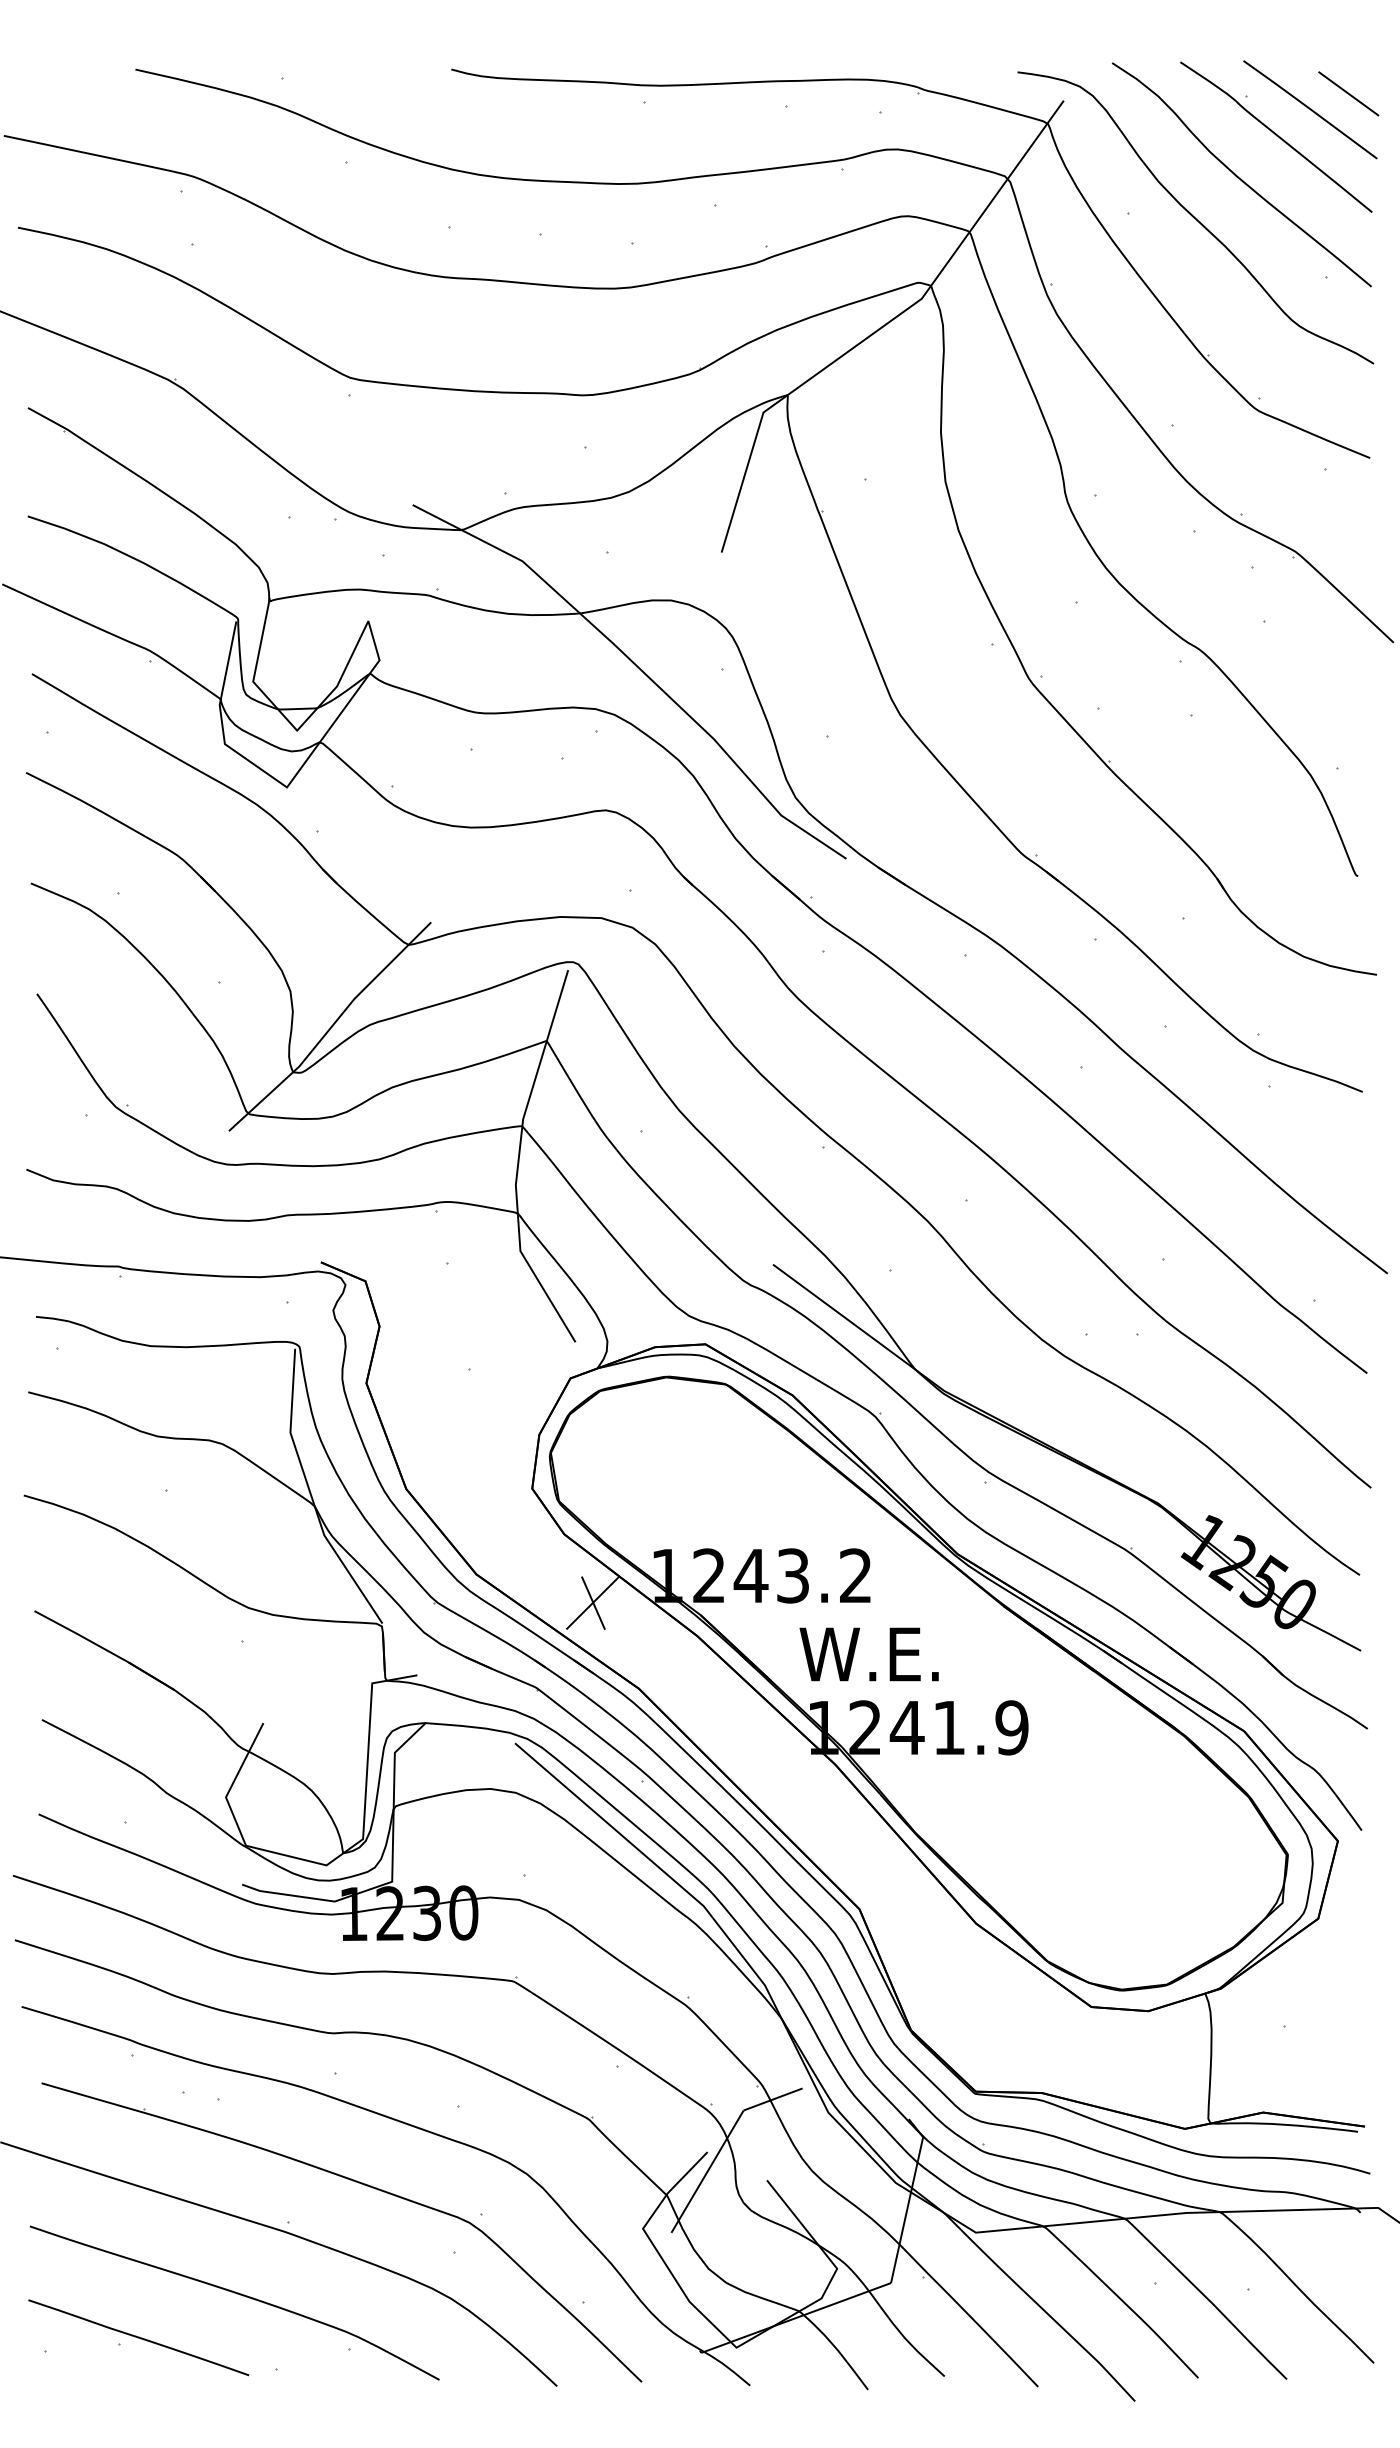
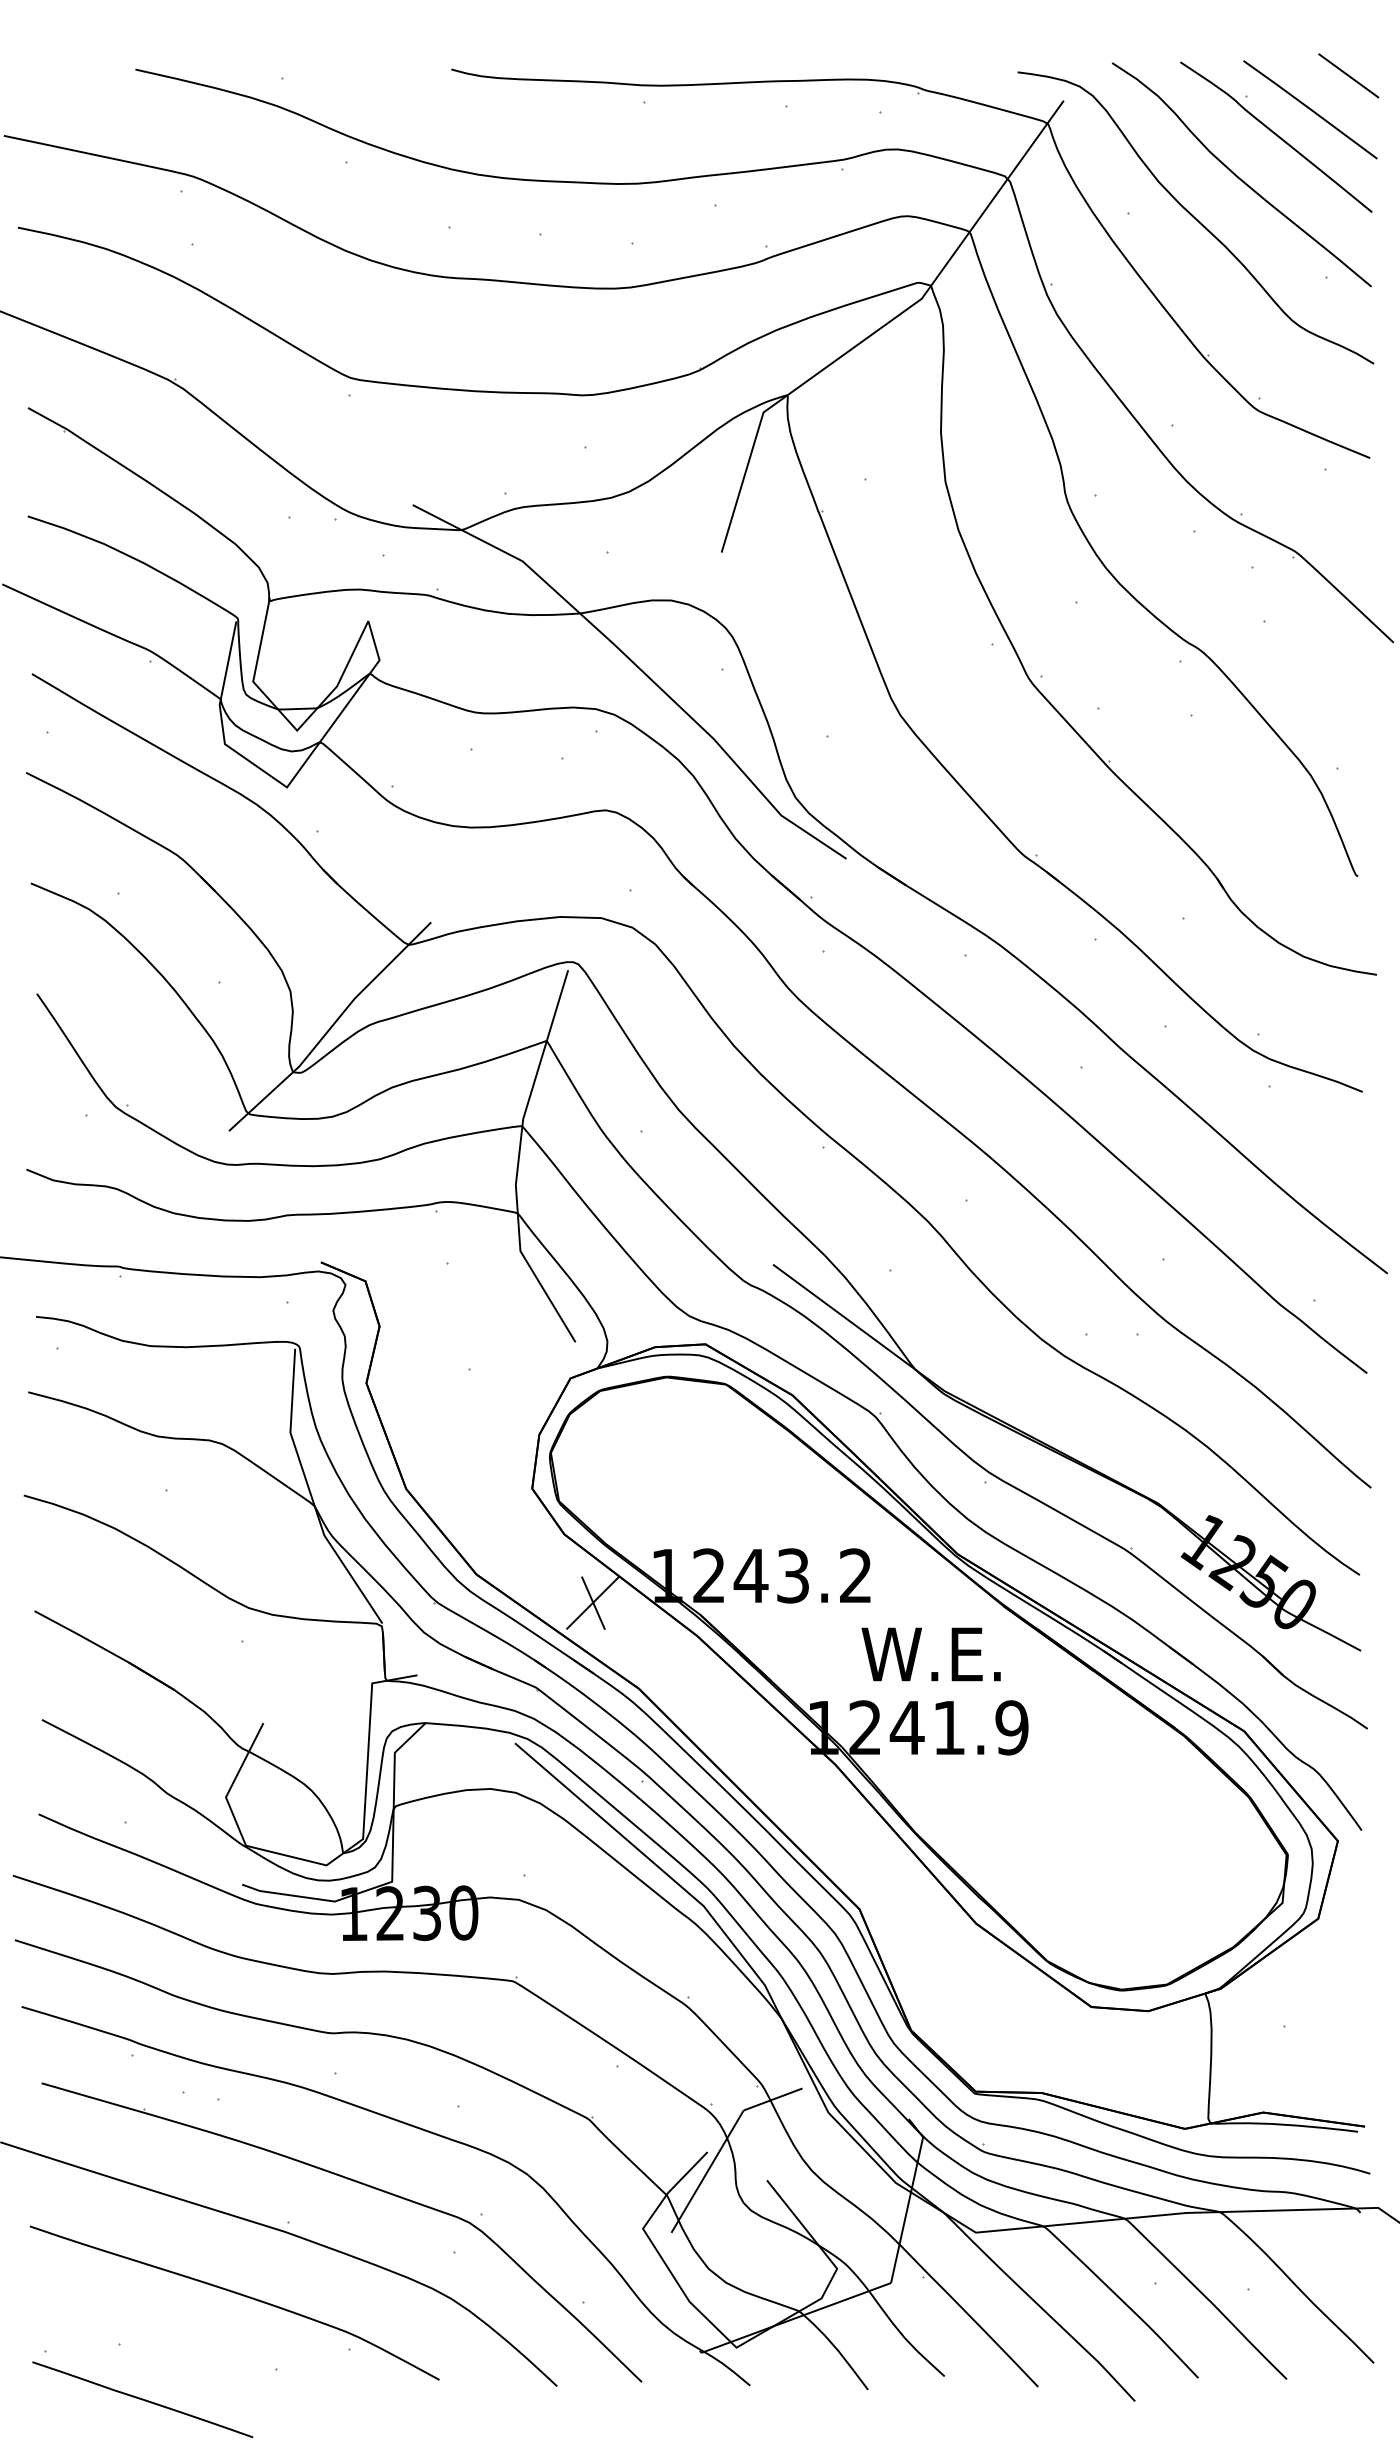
line at (1348, 93) position: (1348, 93) -> (1348, 75)
text at (868, 1654) position: (868, 1654) -> (930, 1654)
line at (138, 2337) position: (138, 2337) -> (142, 2399)
